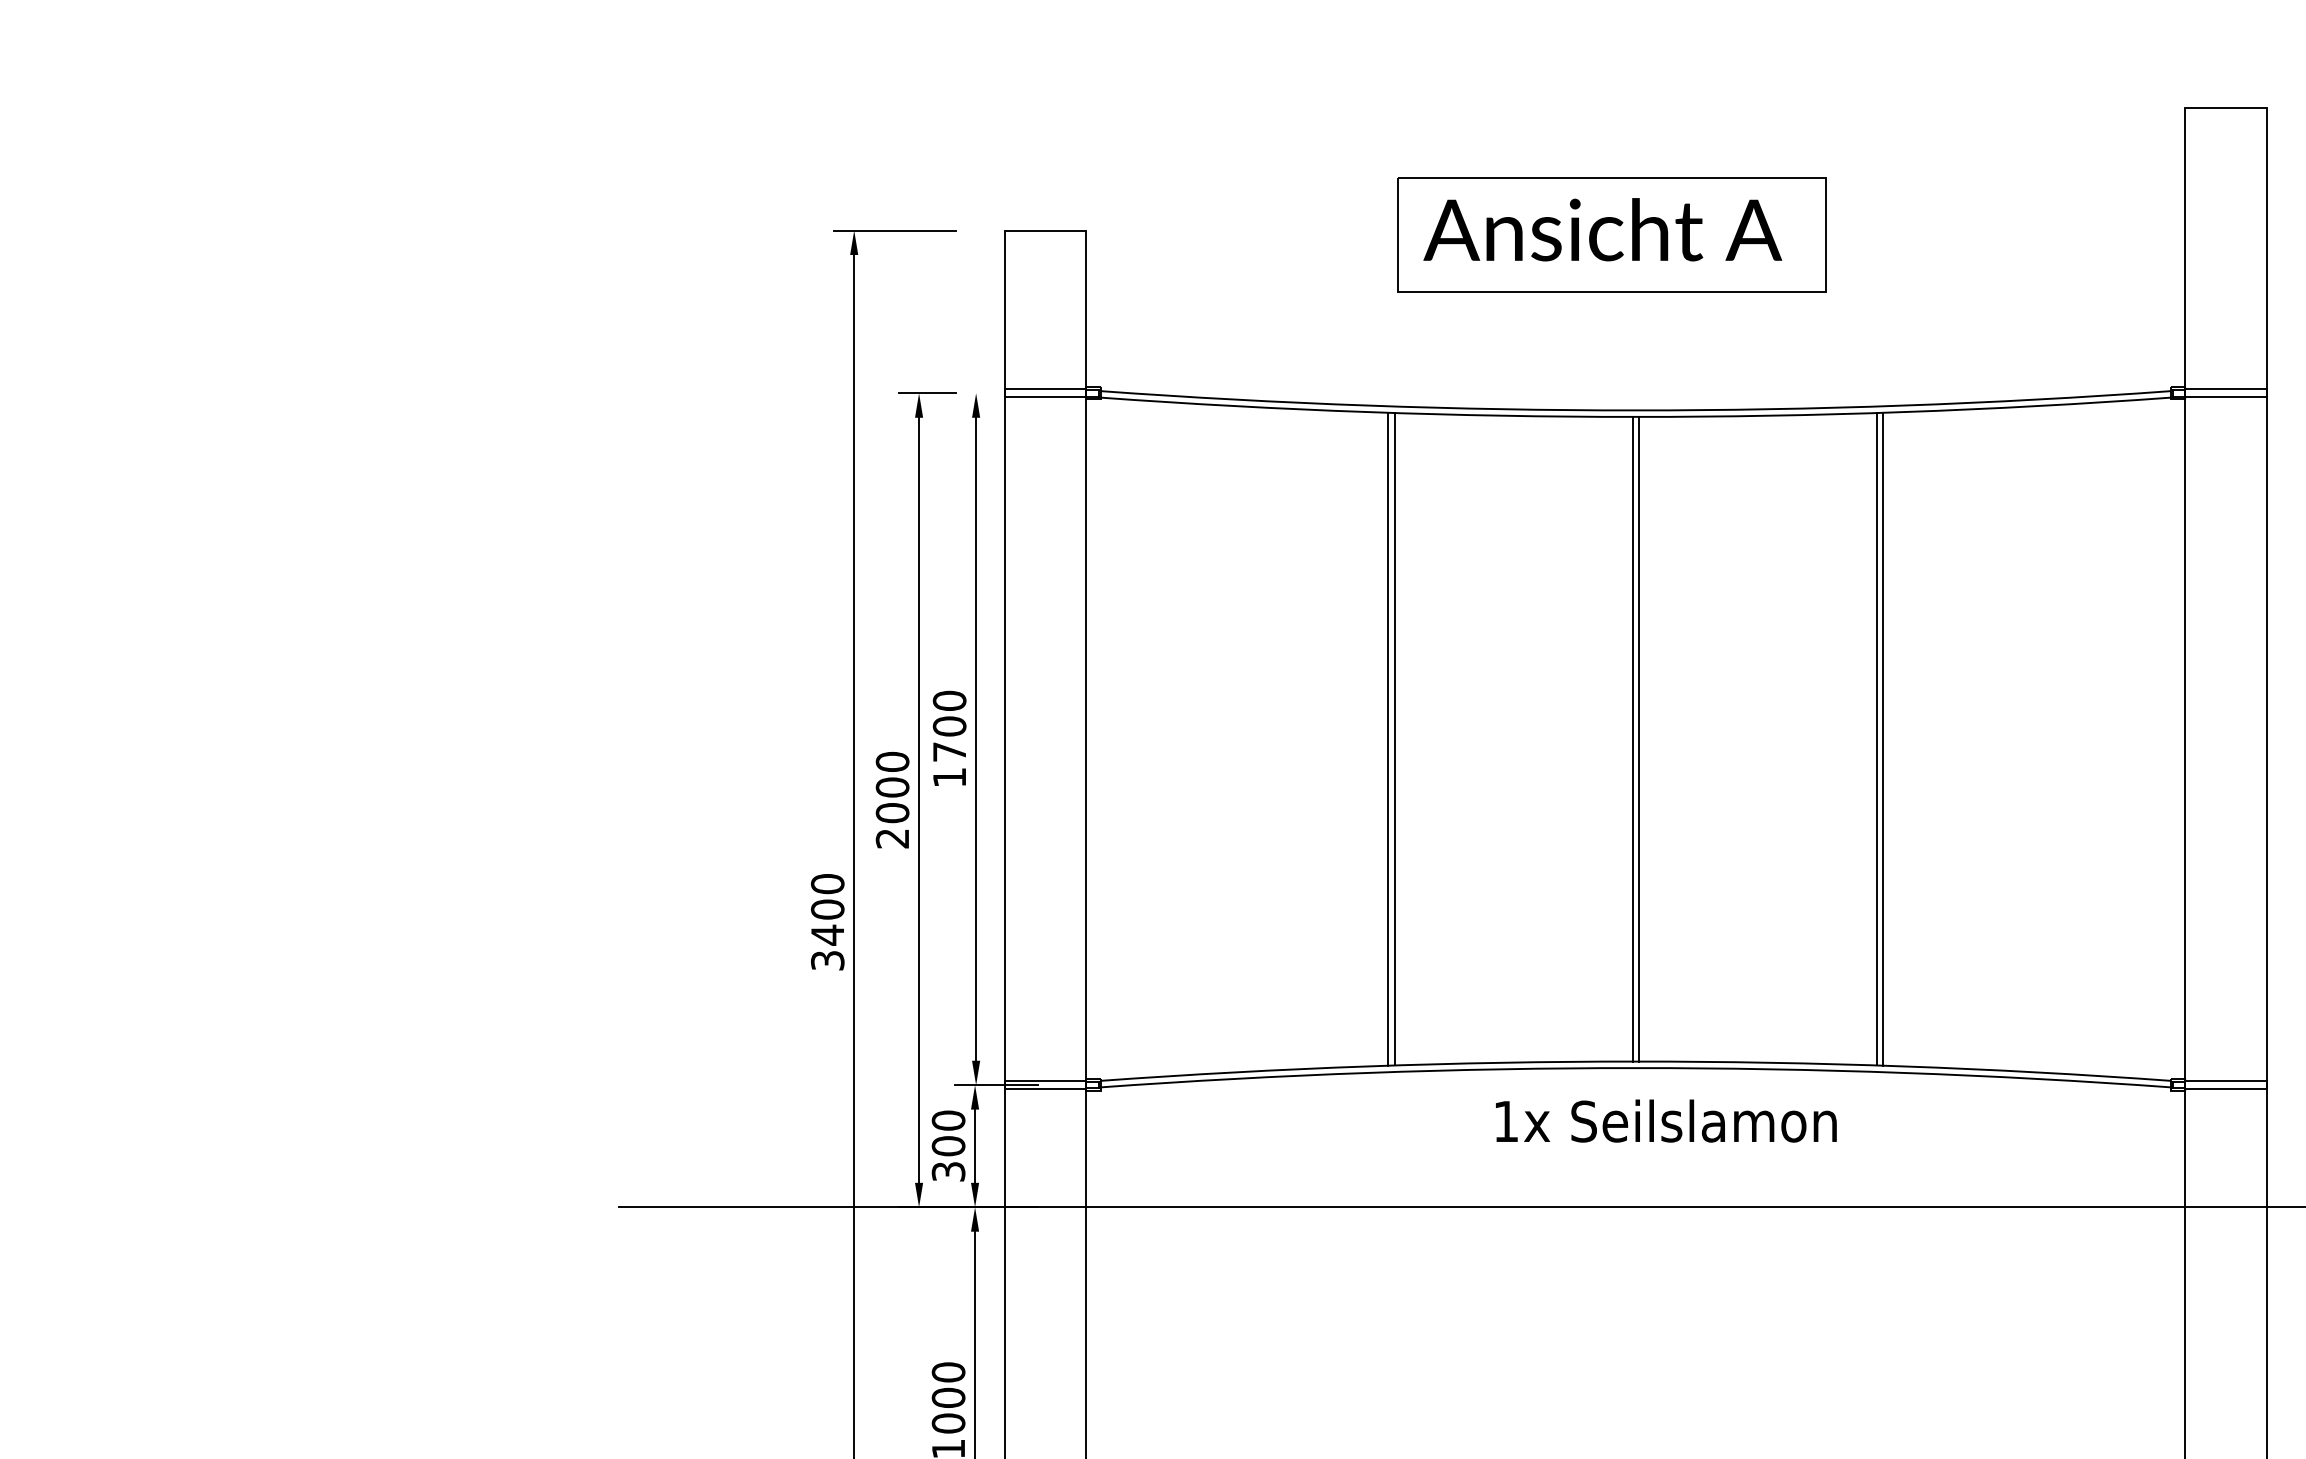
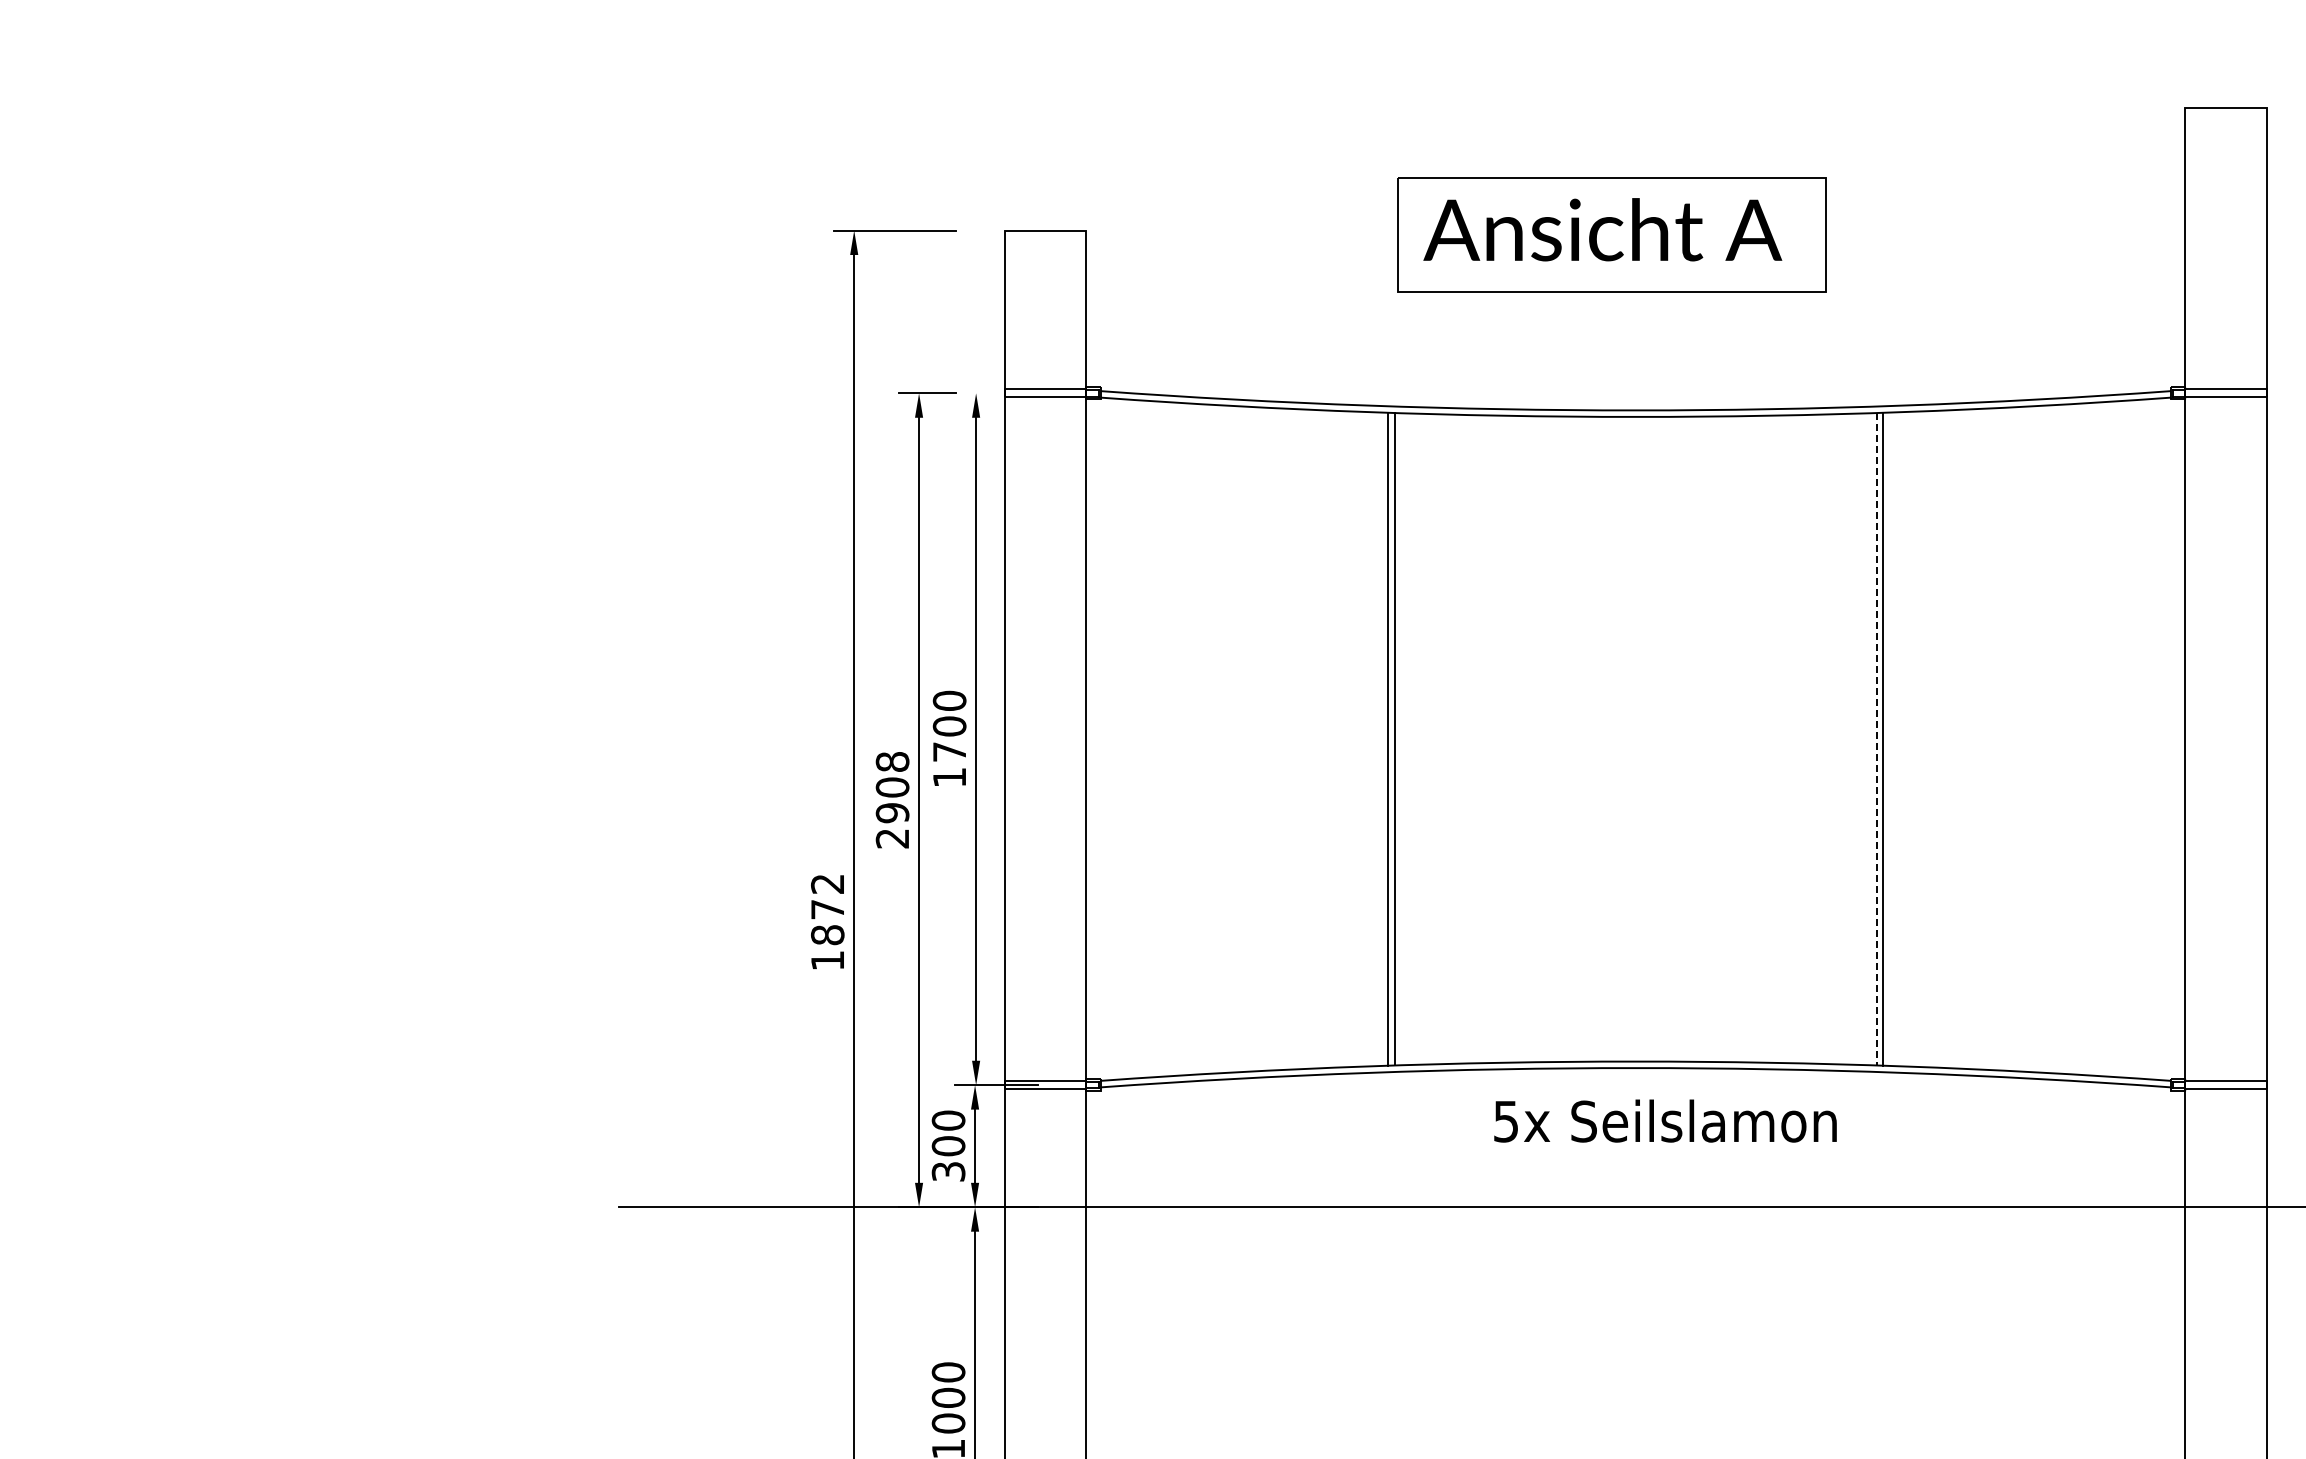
line at (1632, 738): present -> none
line at (1639, 738): present -> none
line at (1876, 739): solid -> dashed
text at (892, 787): 2000 -> 2908
text at (827, 922): 3400 -> 1872
text at (1505, 1121): 1x -> 5x
